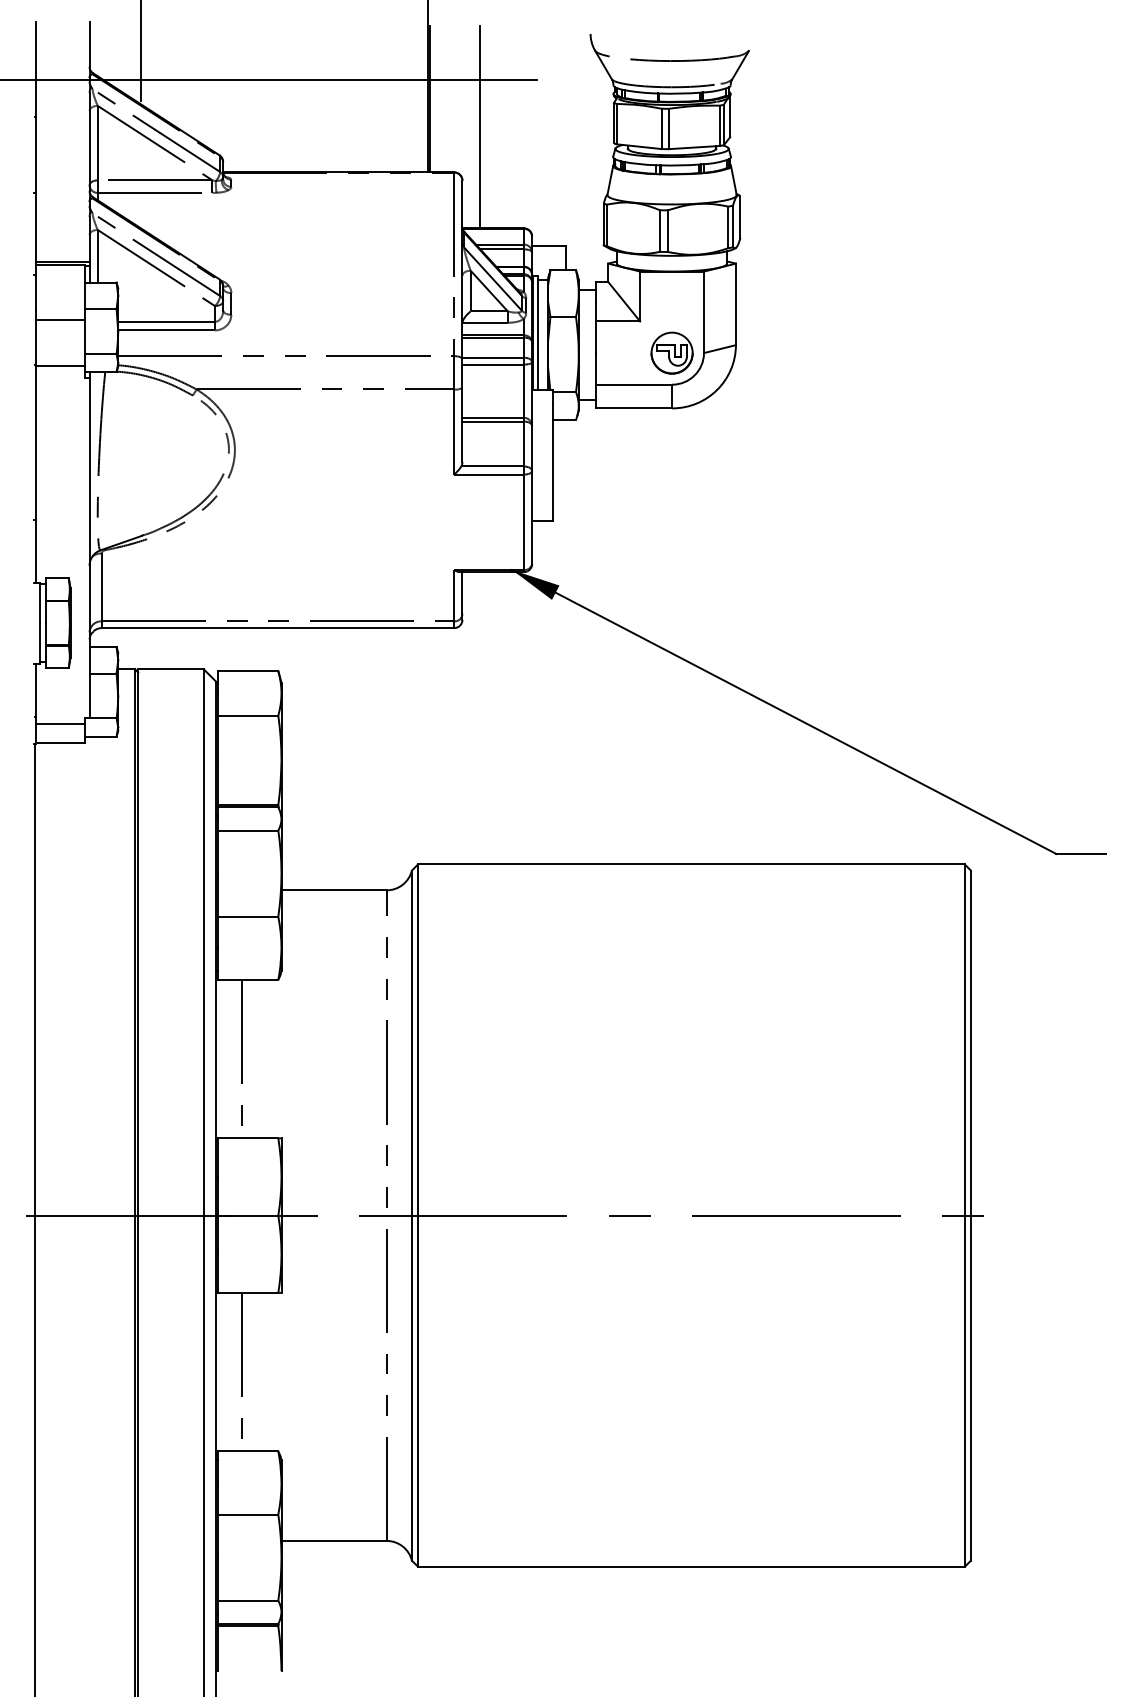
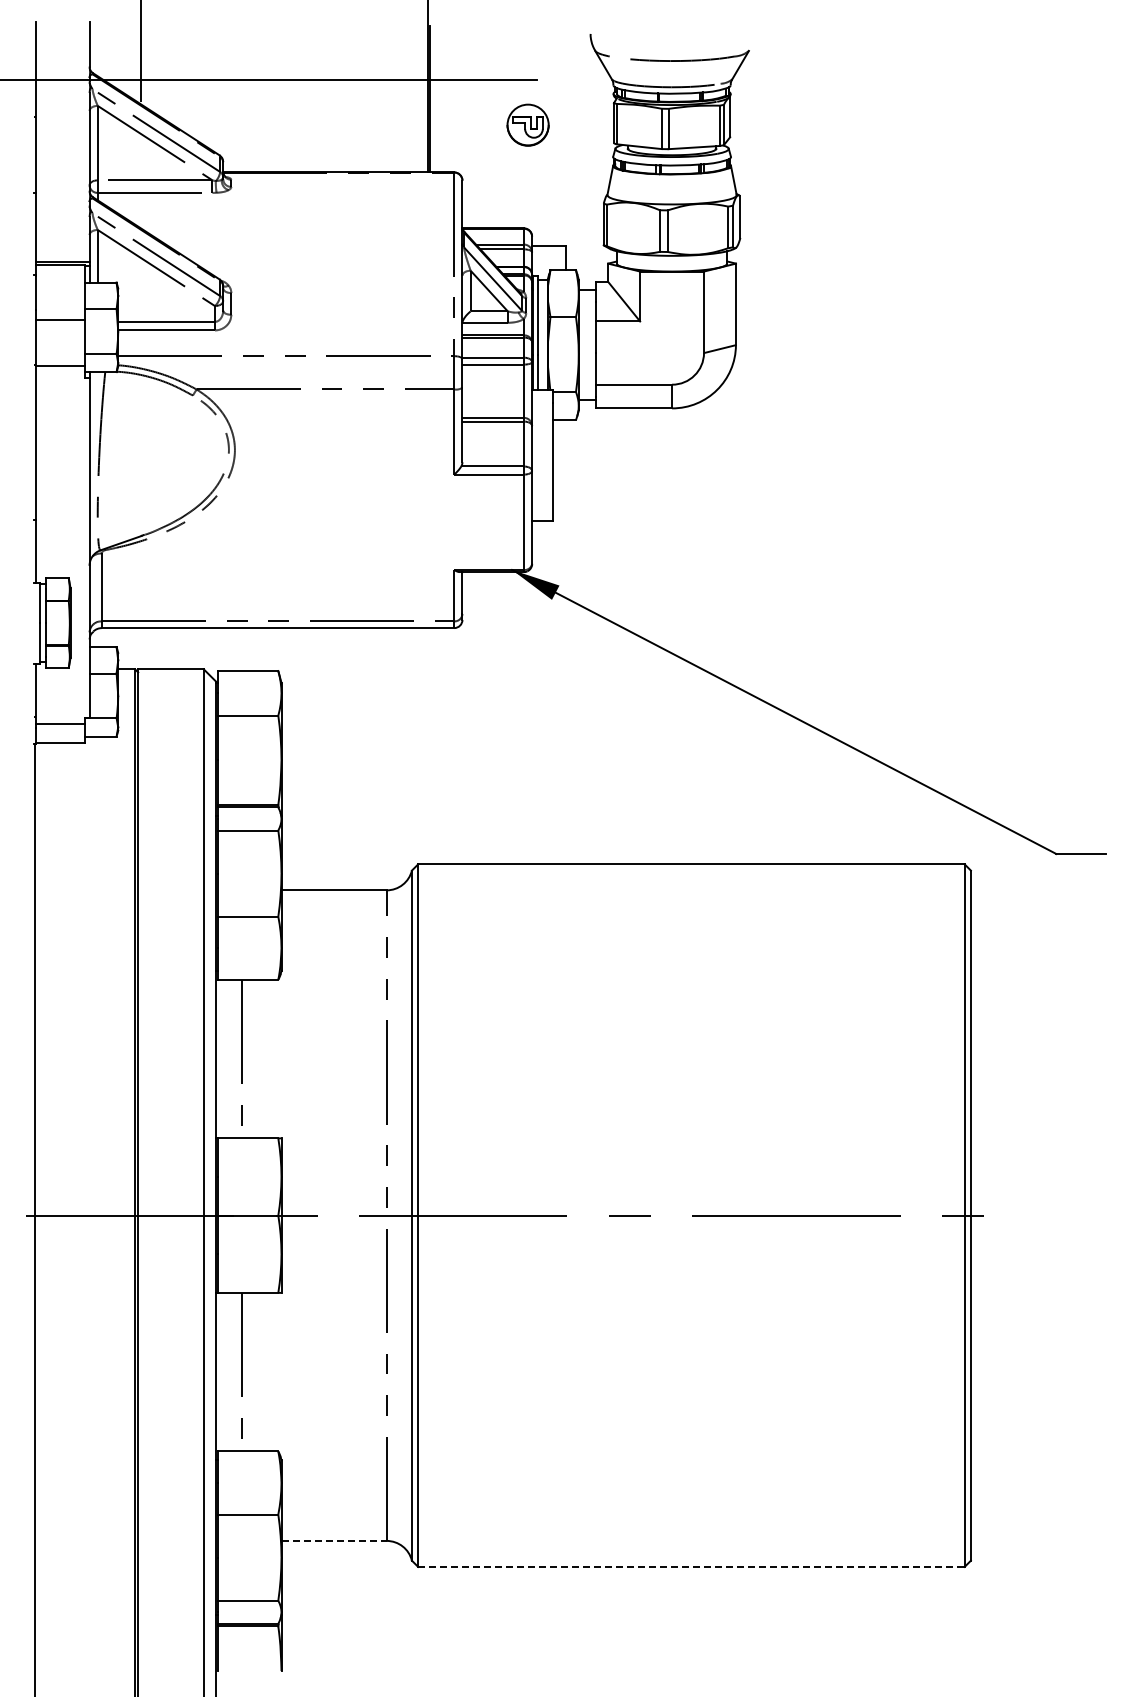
line at (479, 127): present -> none
part at (671, 352) position: (671, 352) -> (527, 124)
line at (334, 1540): solid -> dashed
line at (691, 1566): solid -> dashed
